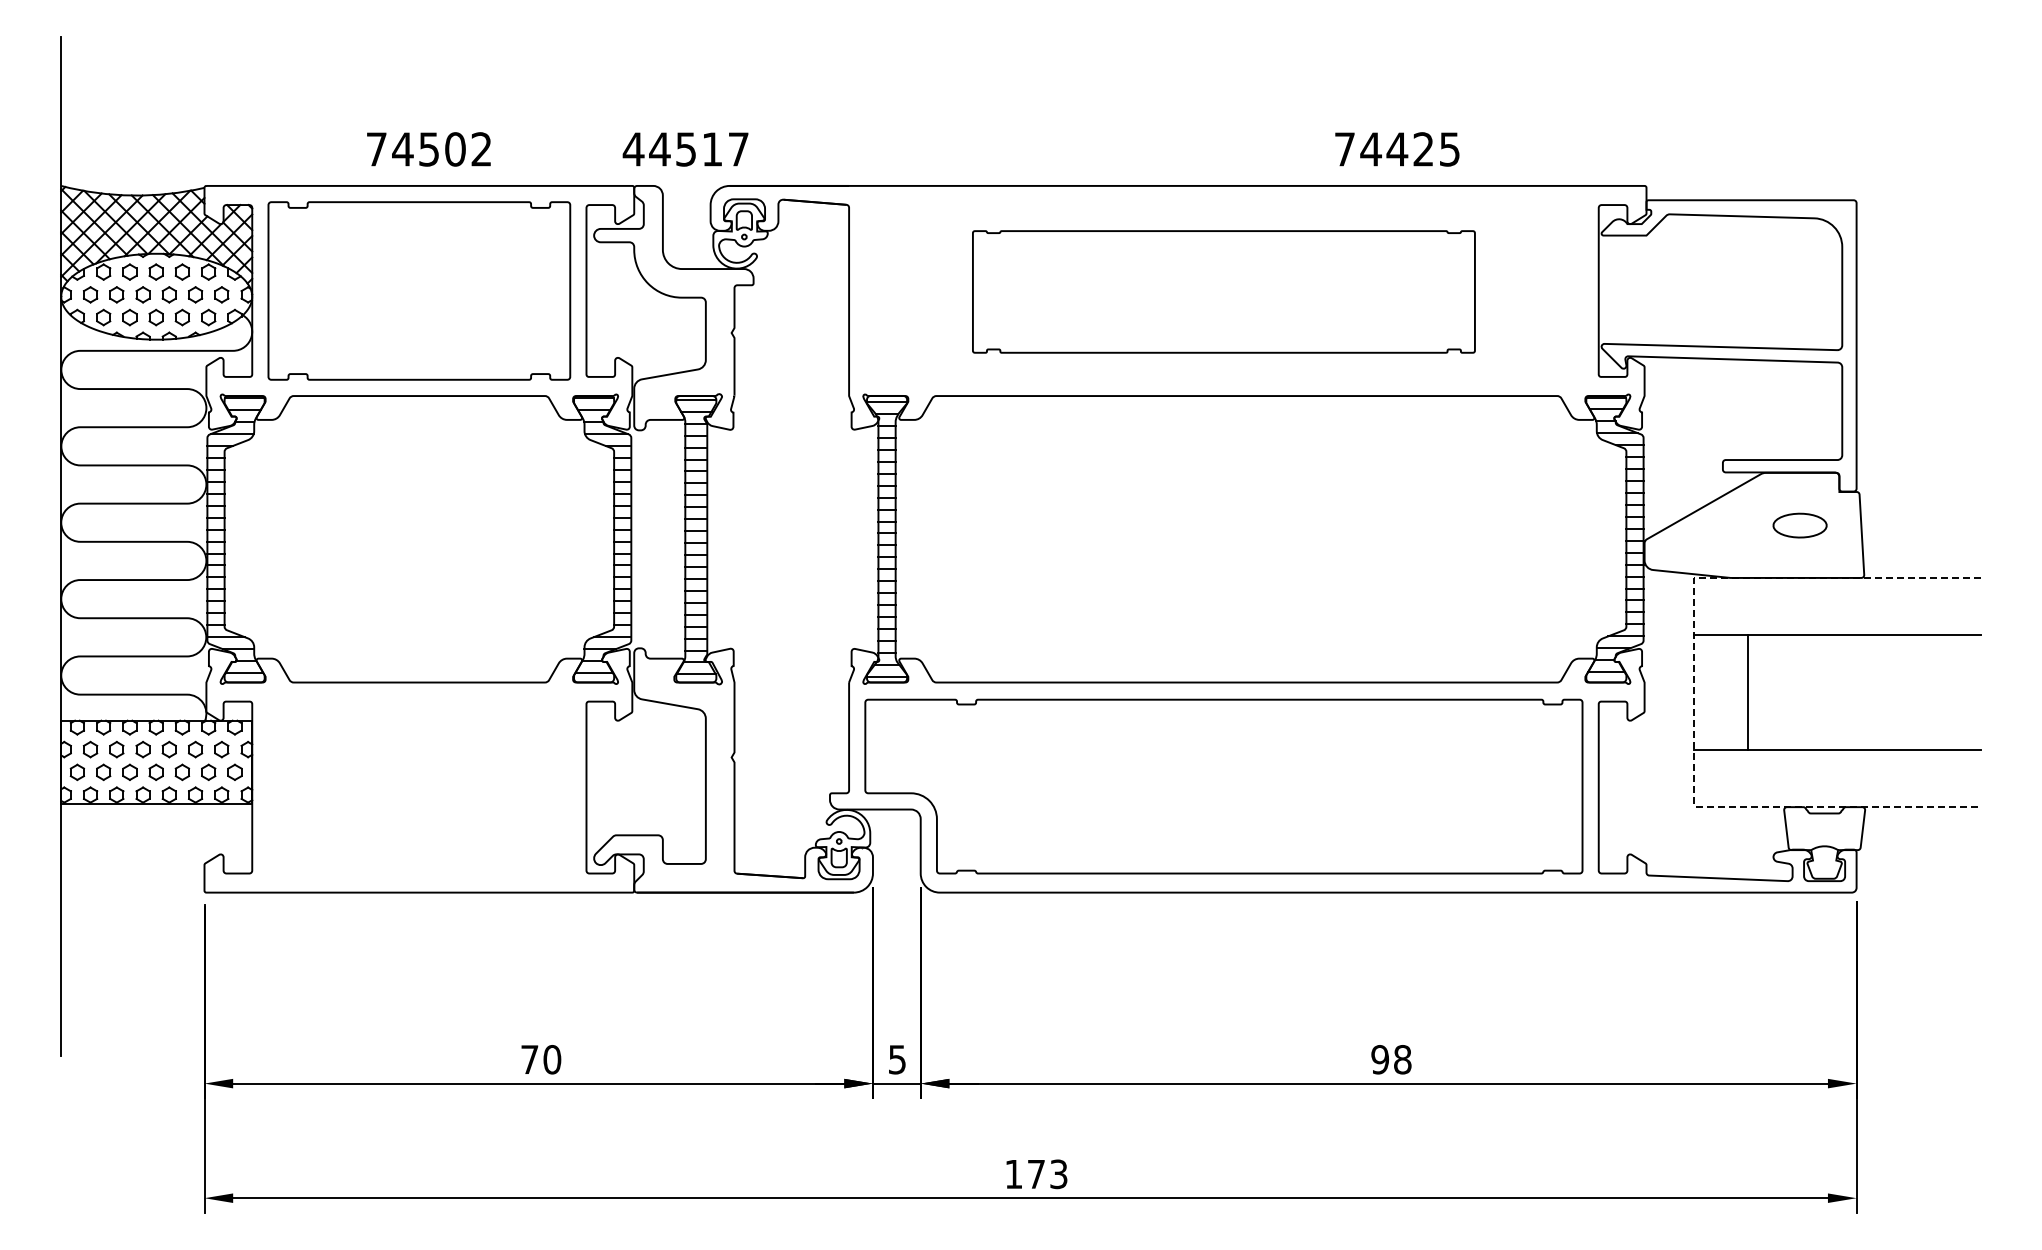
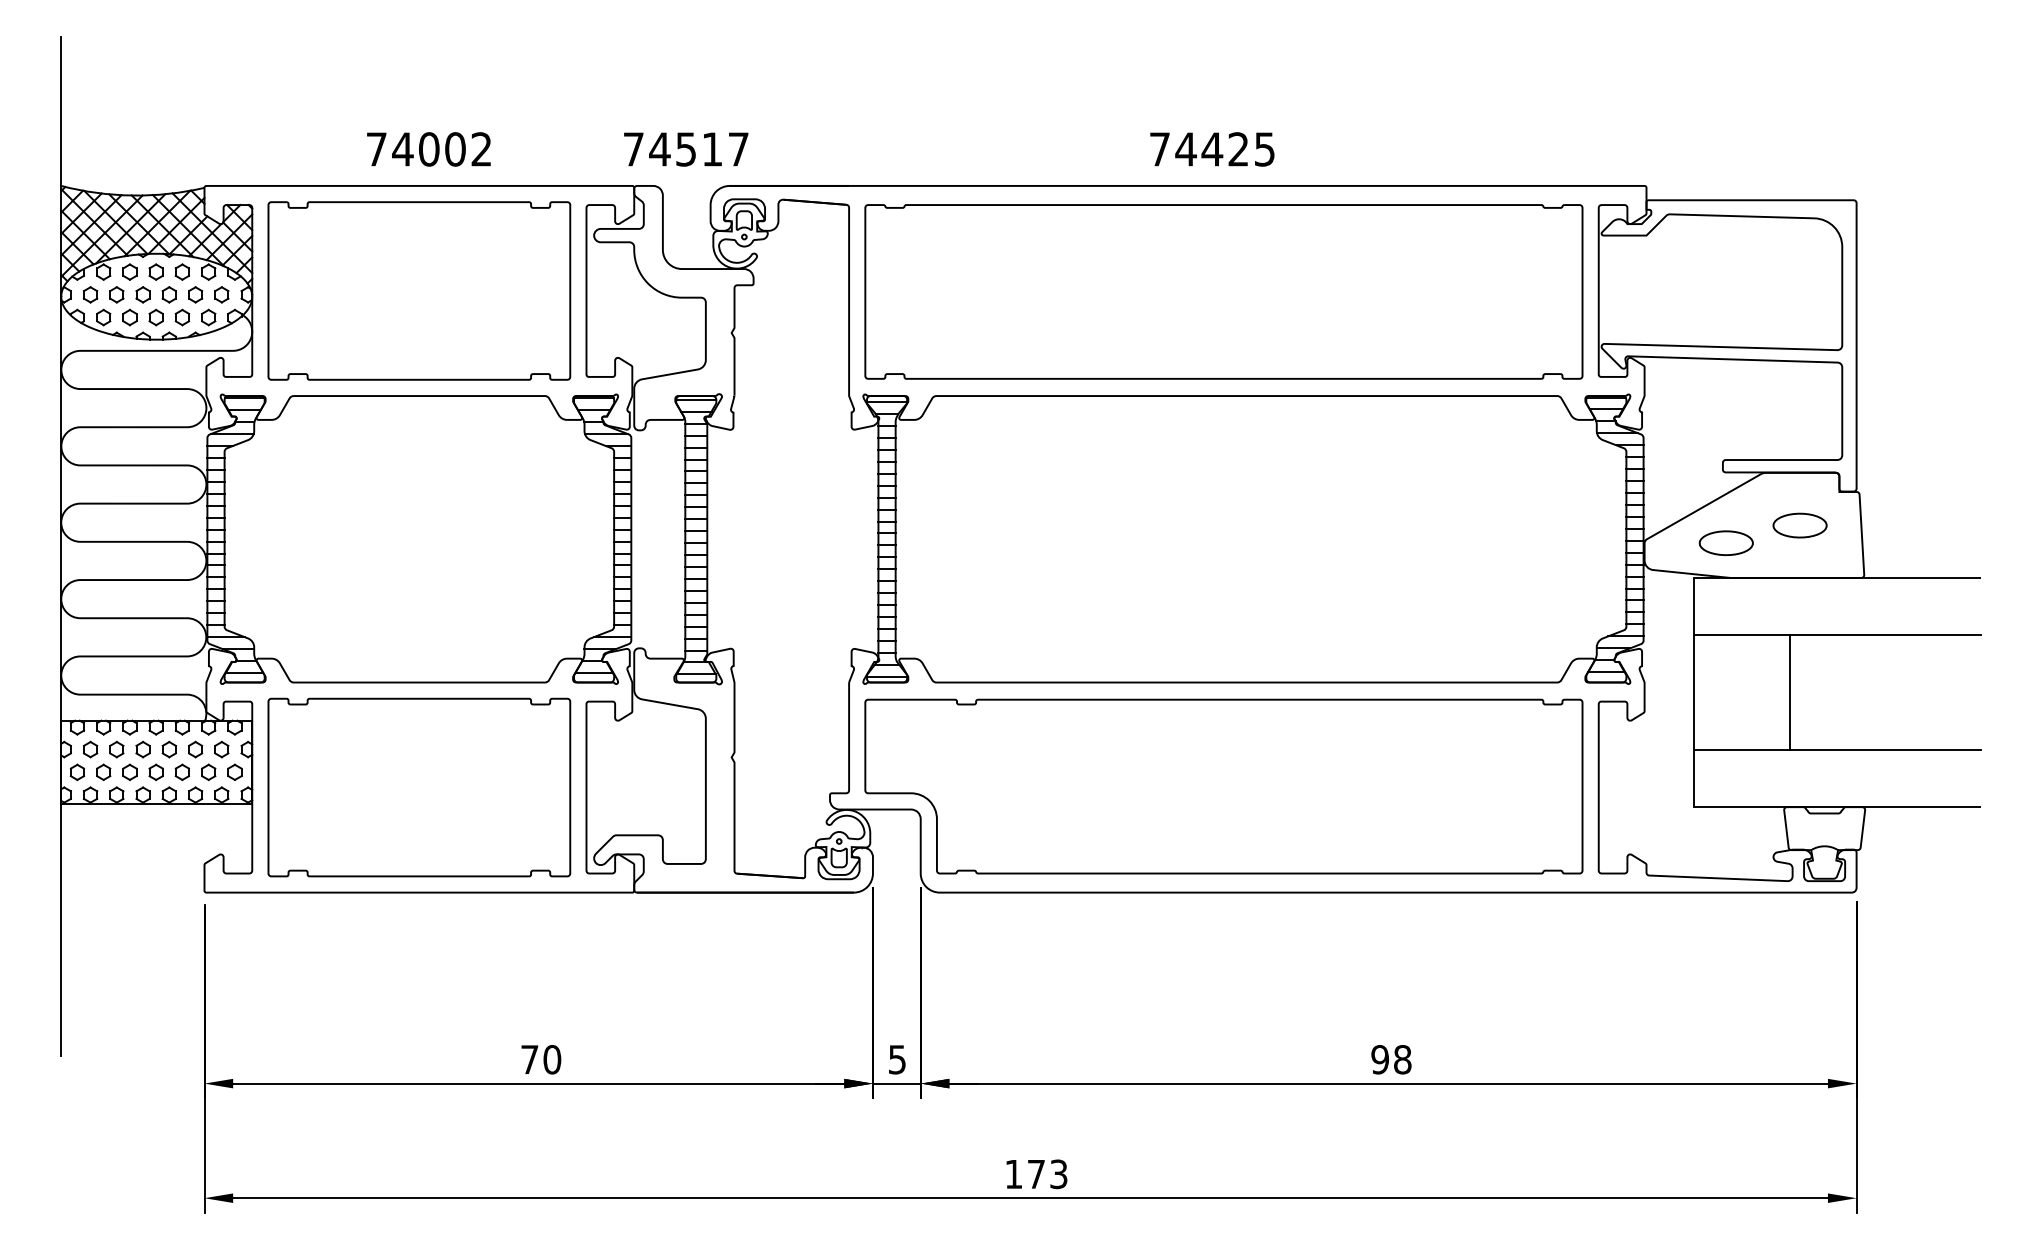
text at (429, 149): 74502 -> 74002
text at (633, 149): 44517 -> 74517
text at (1397, 149) position: (1397, 149) -> (1212, 149)
part at (1223, 291) size: 504x124 px -> 720x176 px
part at (1725, 543): none -> present
line at (1694, 692): dashed -> solid
line at (1747, 692) position: (1747, 692) -> (1789, 692)
part at (419, 787): none -> present
